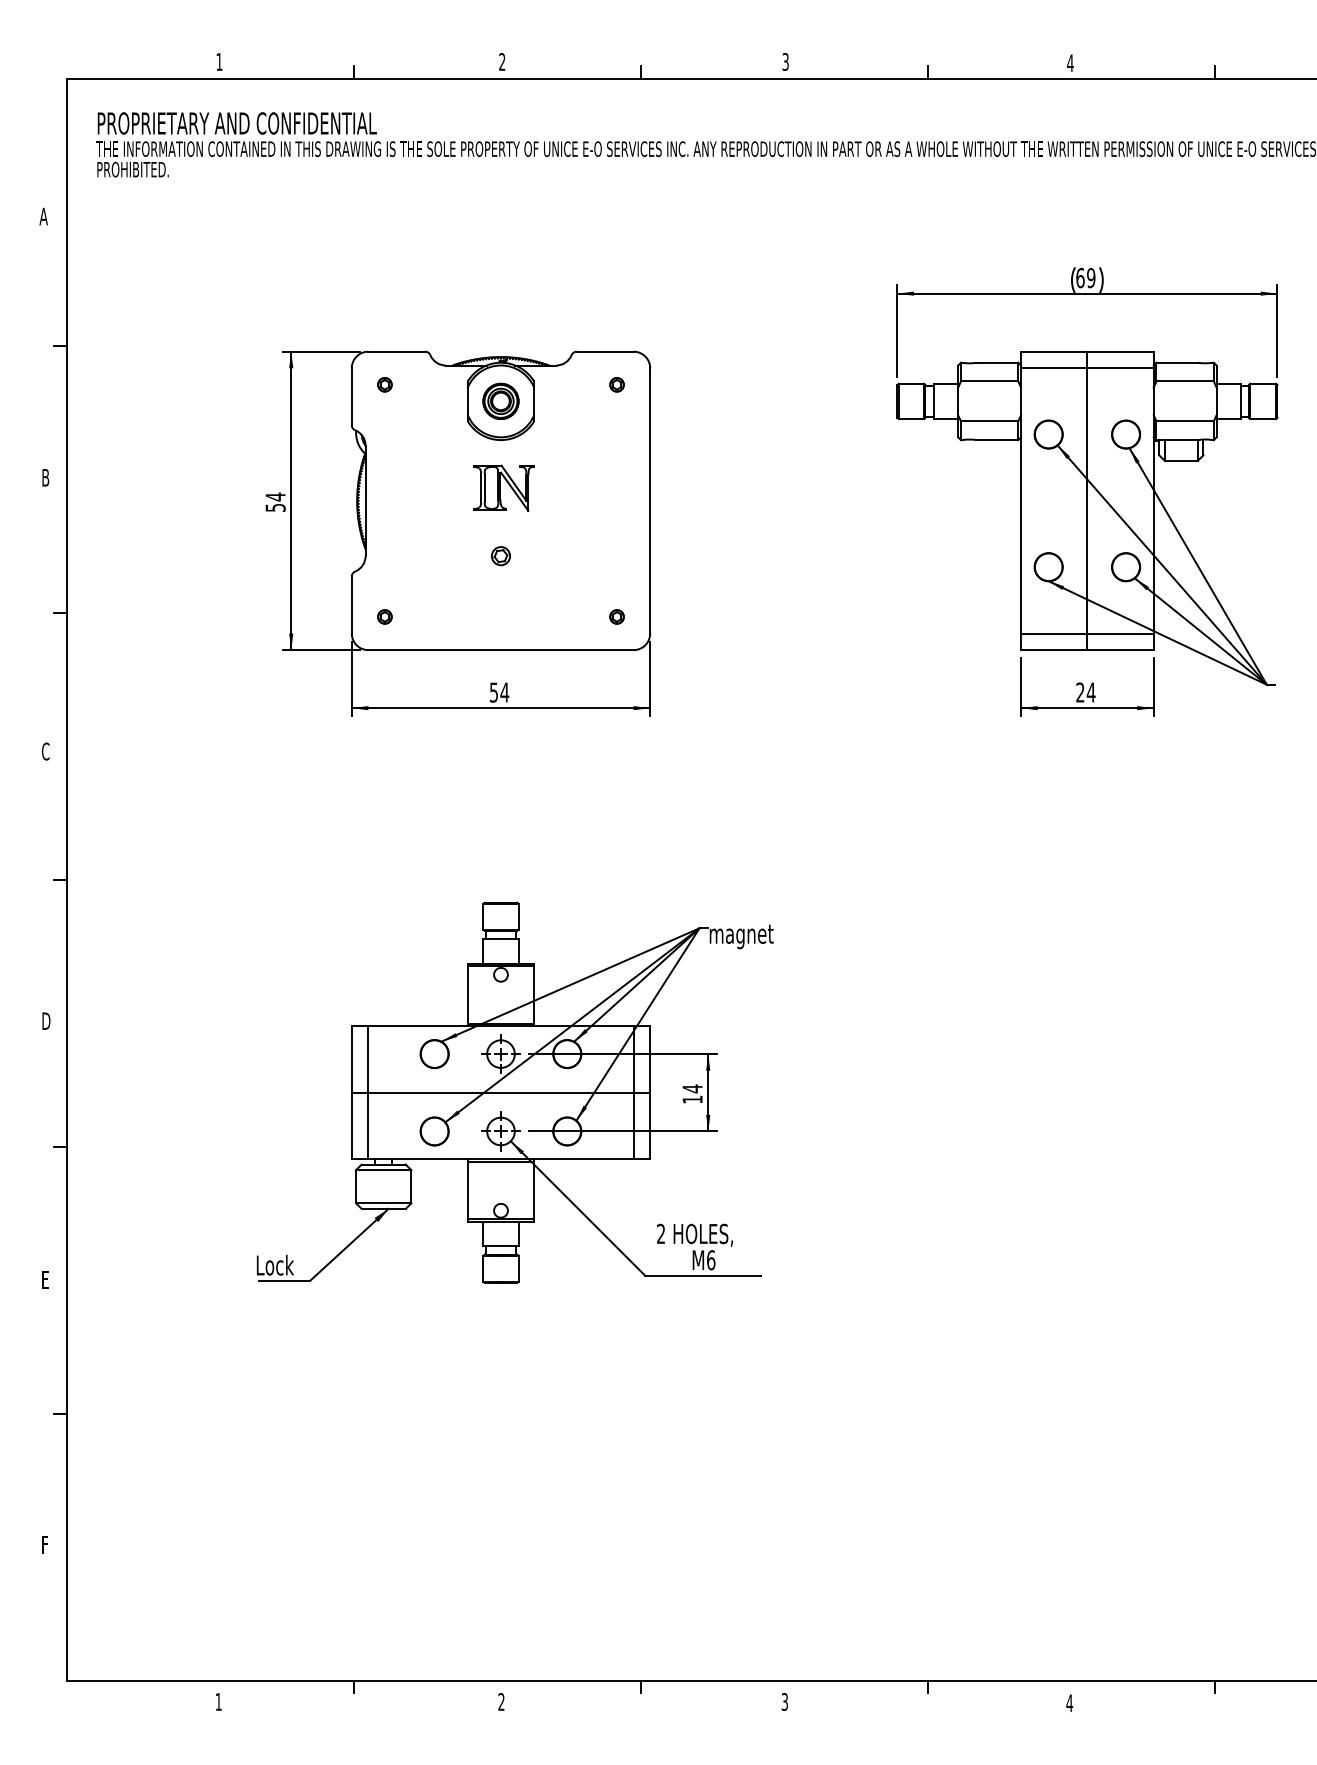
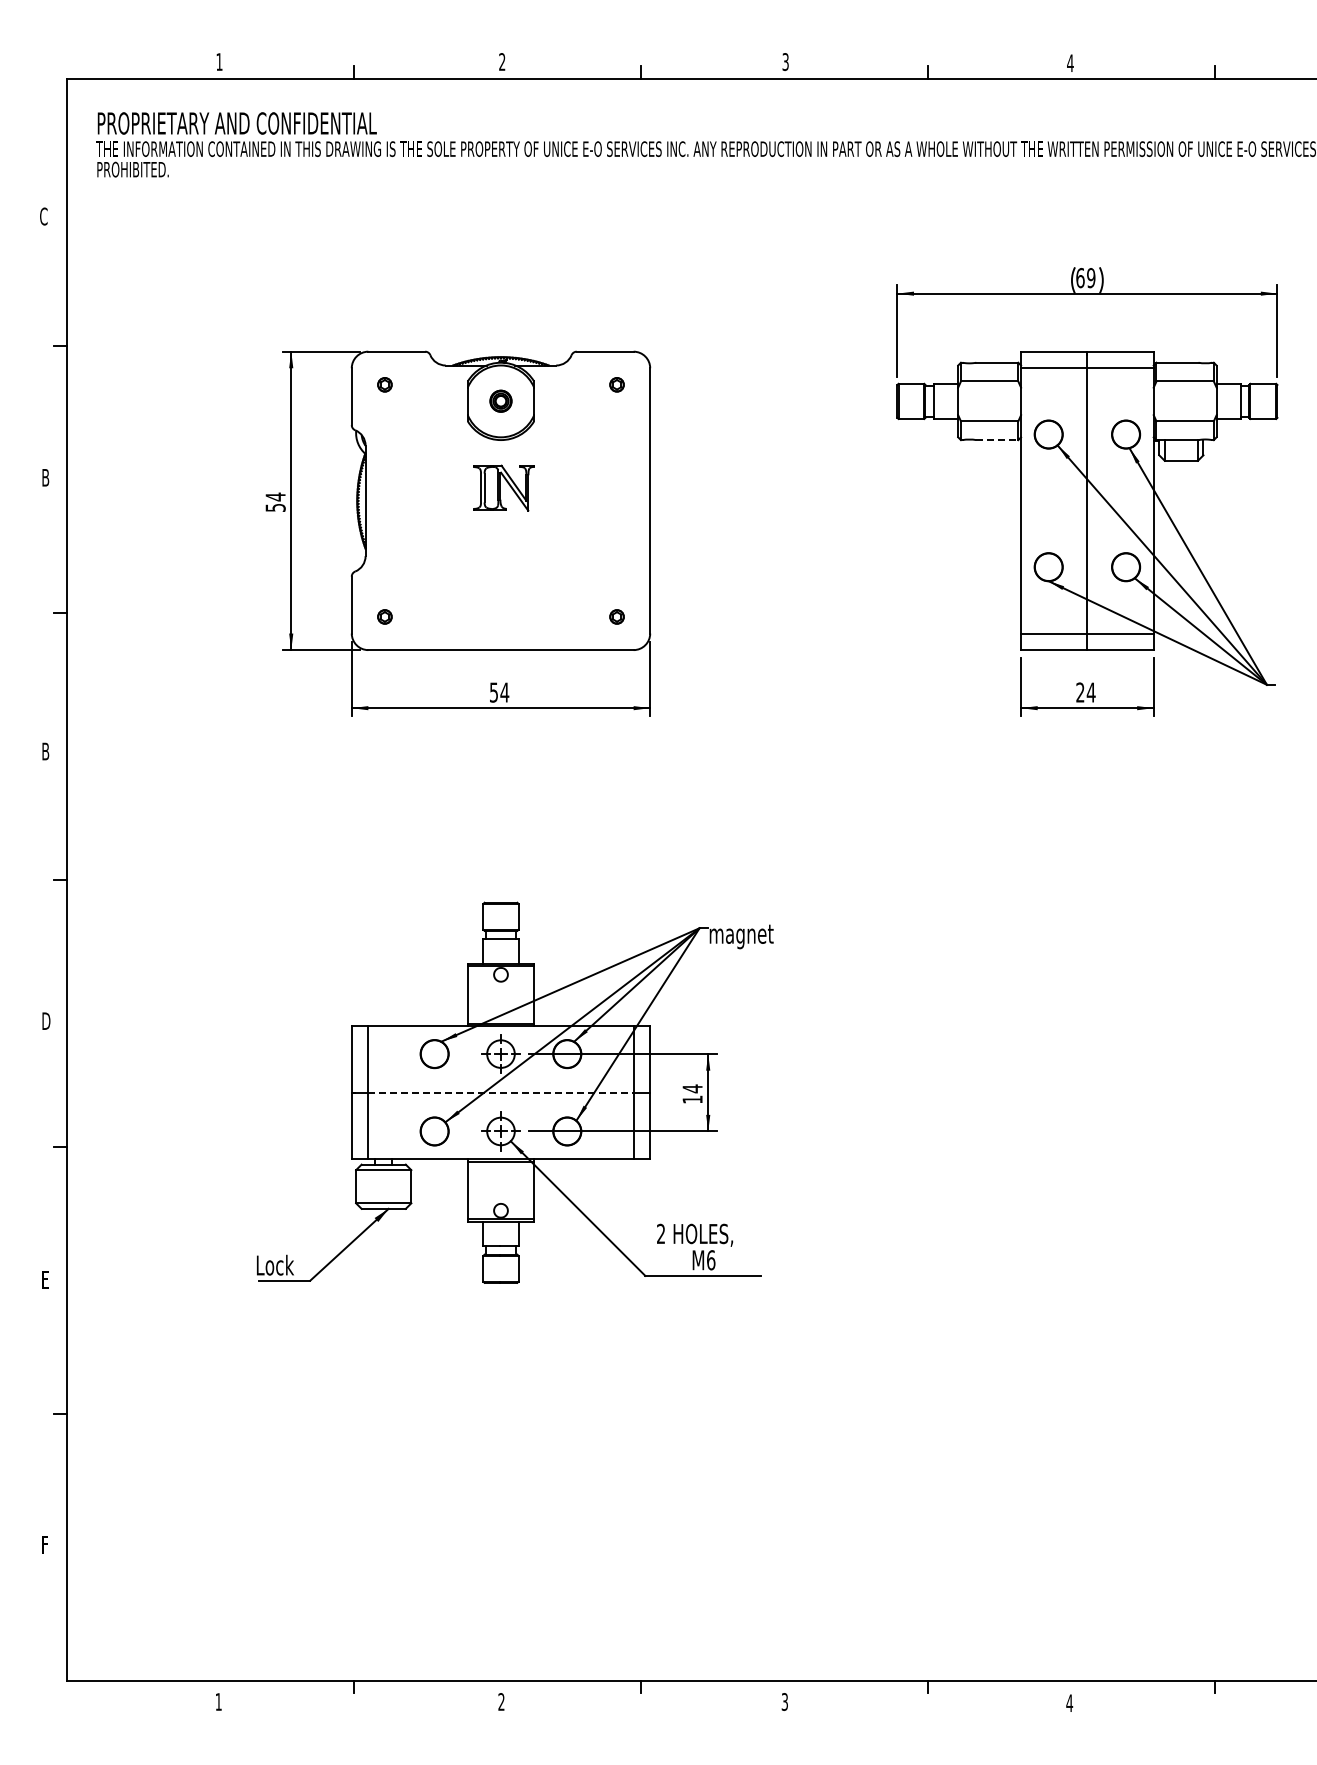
text at (43, 216): A -> C
part at (500, 400) size: 38x38 px -> 24x24 px
line at (997, 440): solid -> dashed
part at (500, 556): present -> none
text at (45, 751): C -> B
line at (500, 1092): solid -> dashed
